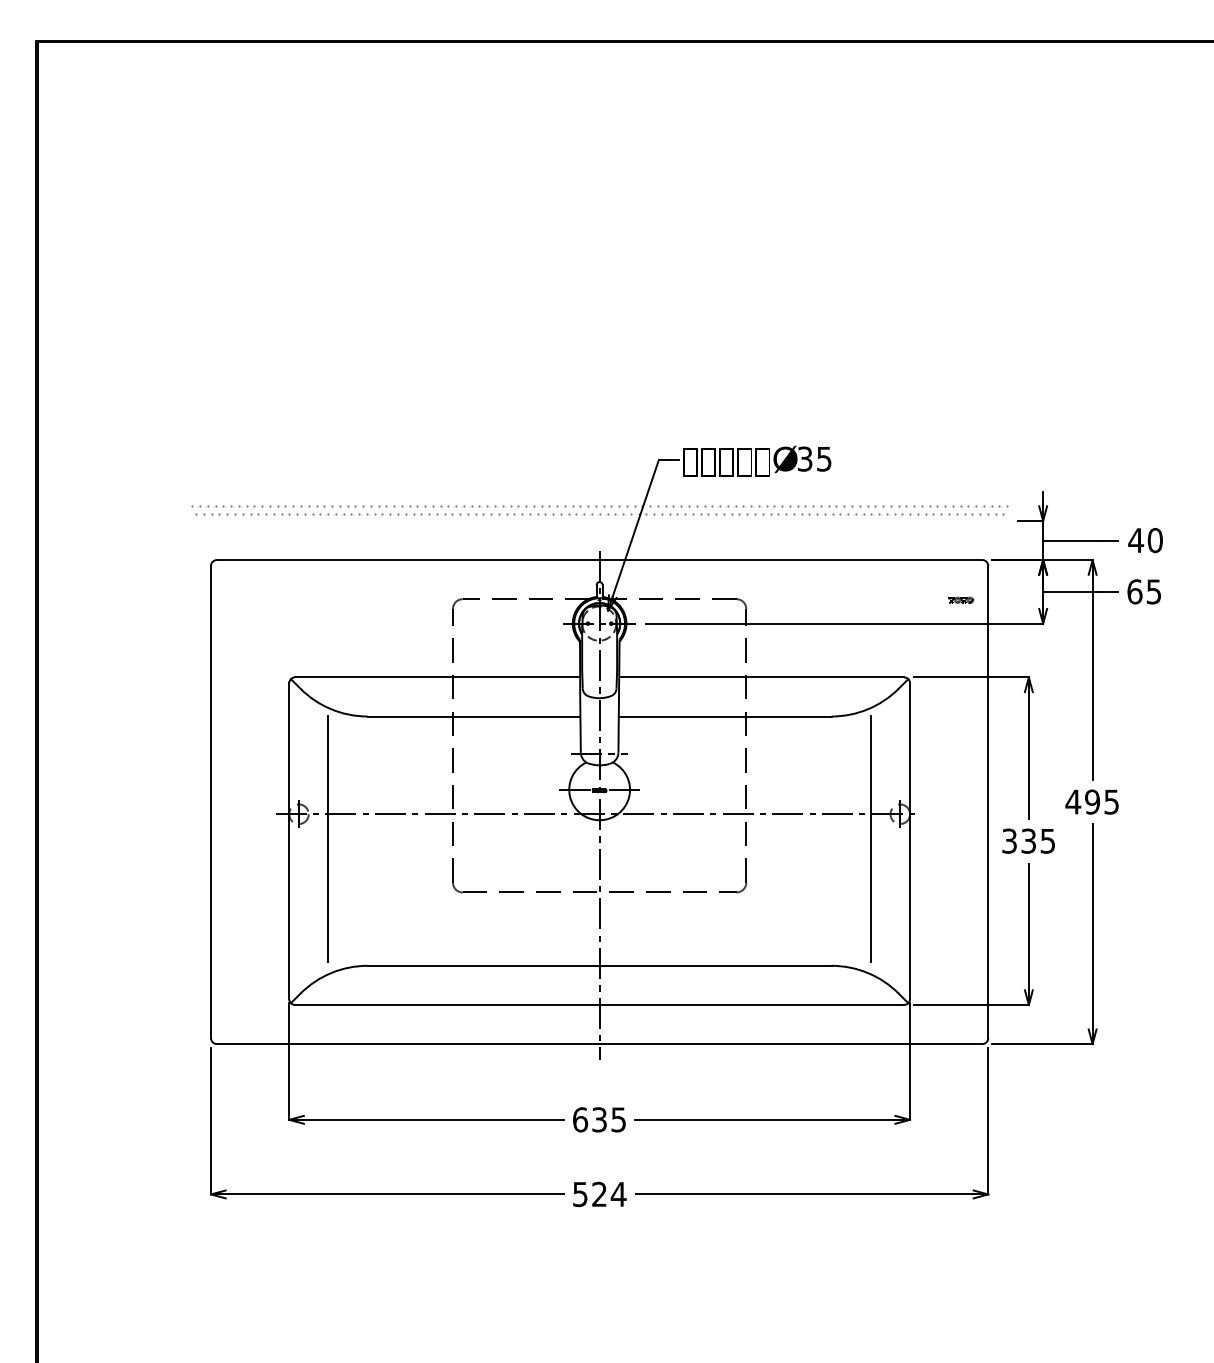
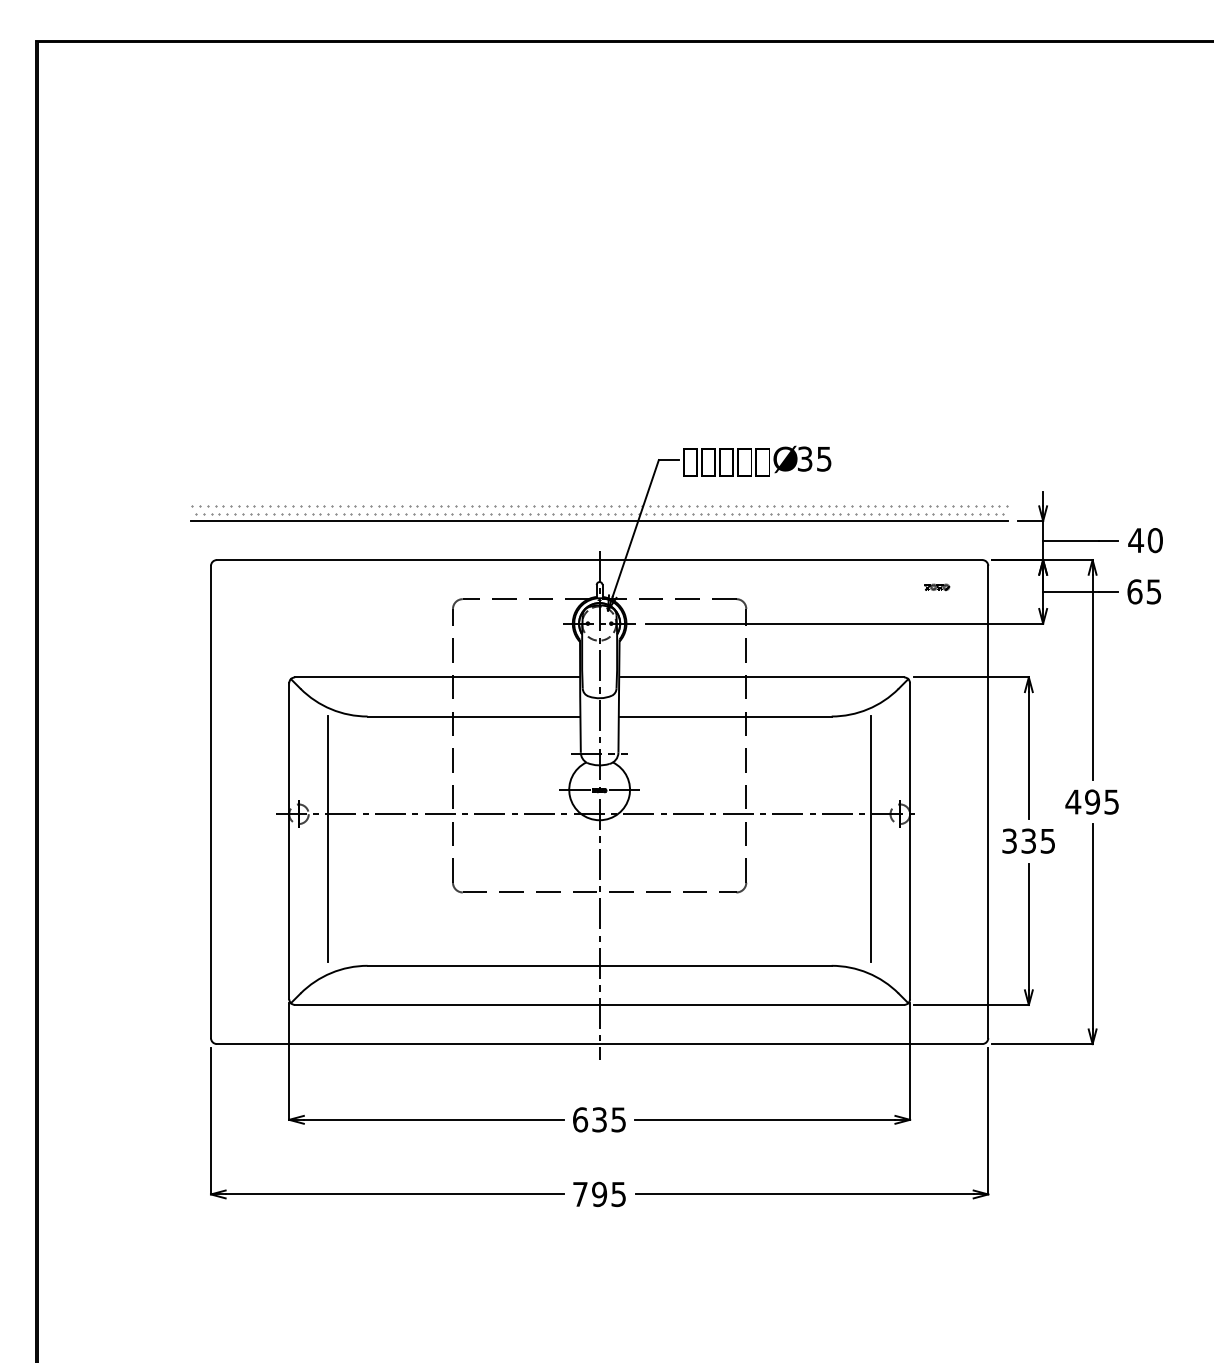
line at (599, 520): none -> present
part at (961, 600) position: (961, 600) -> (937, 587)
text at (599, 1194): 524 -> 795
